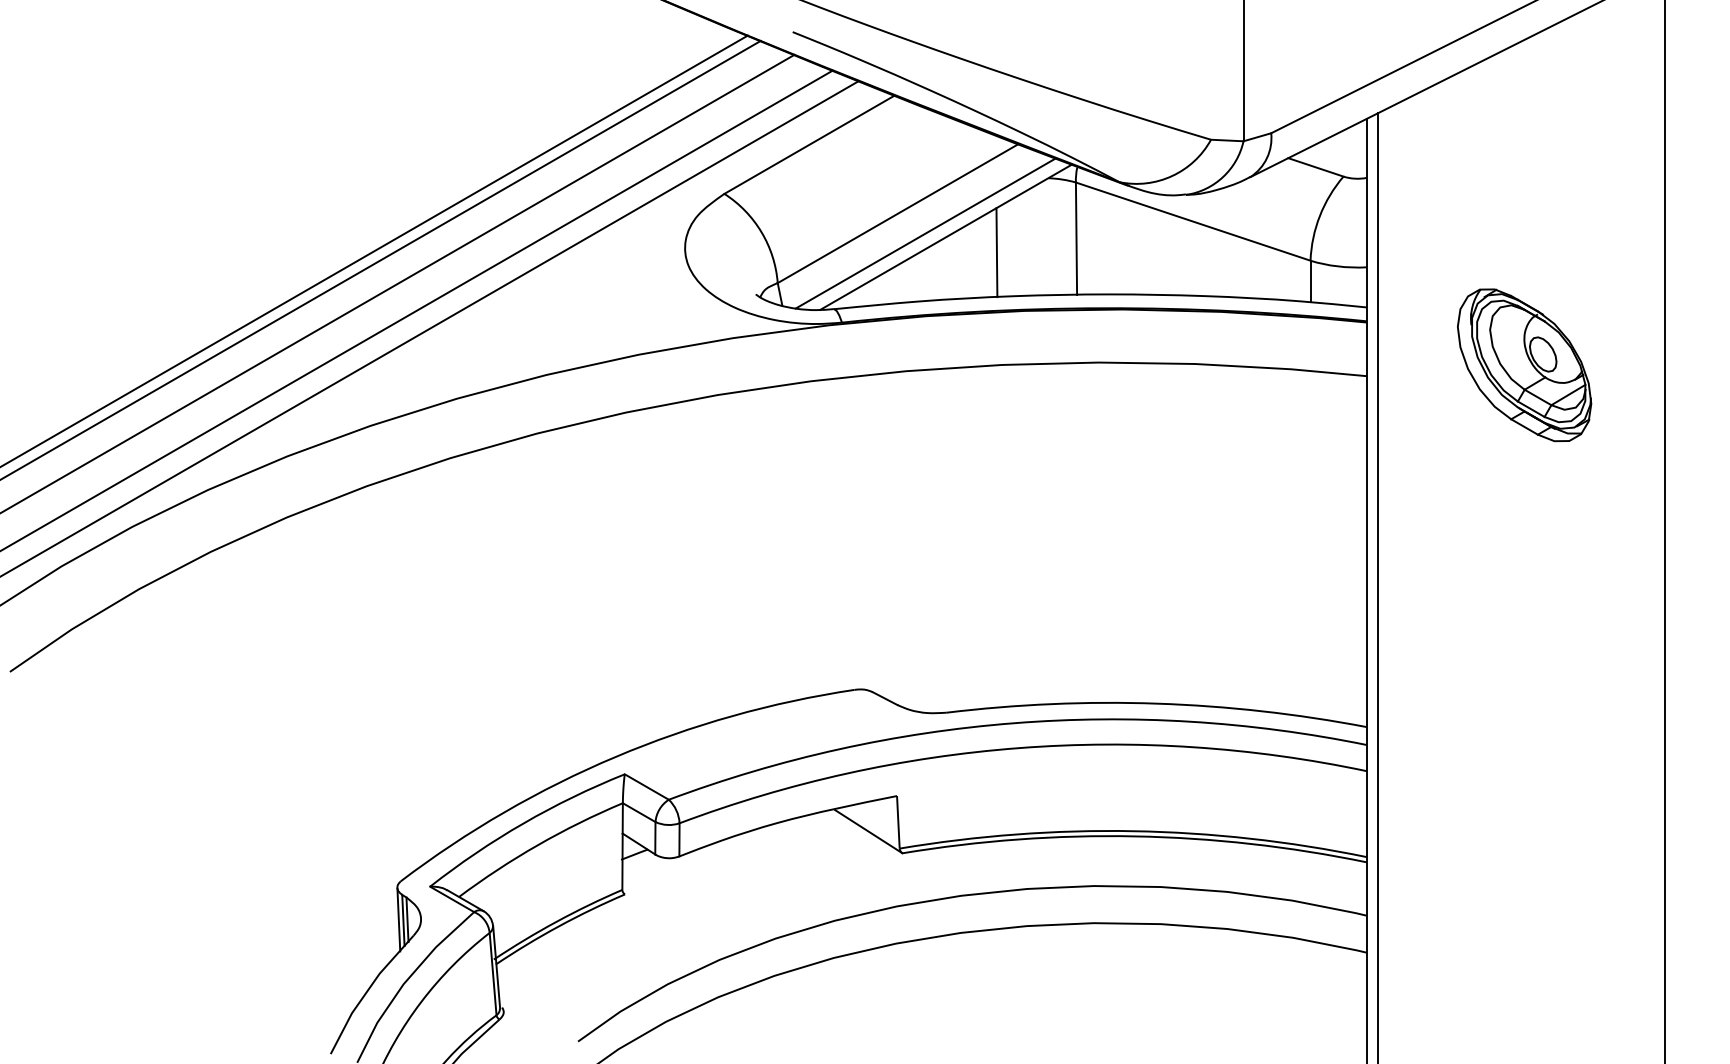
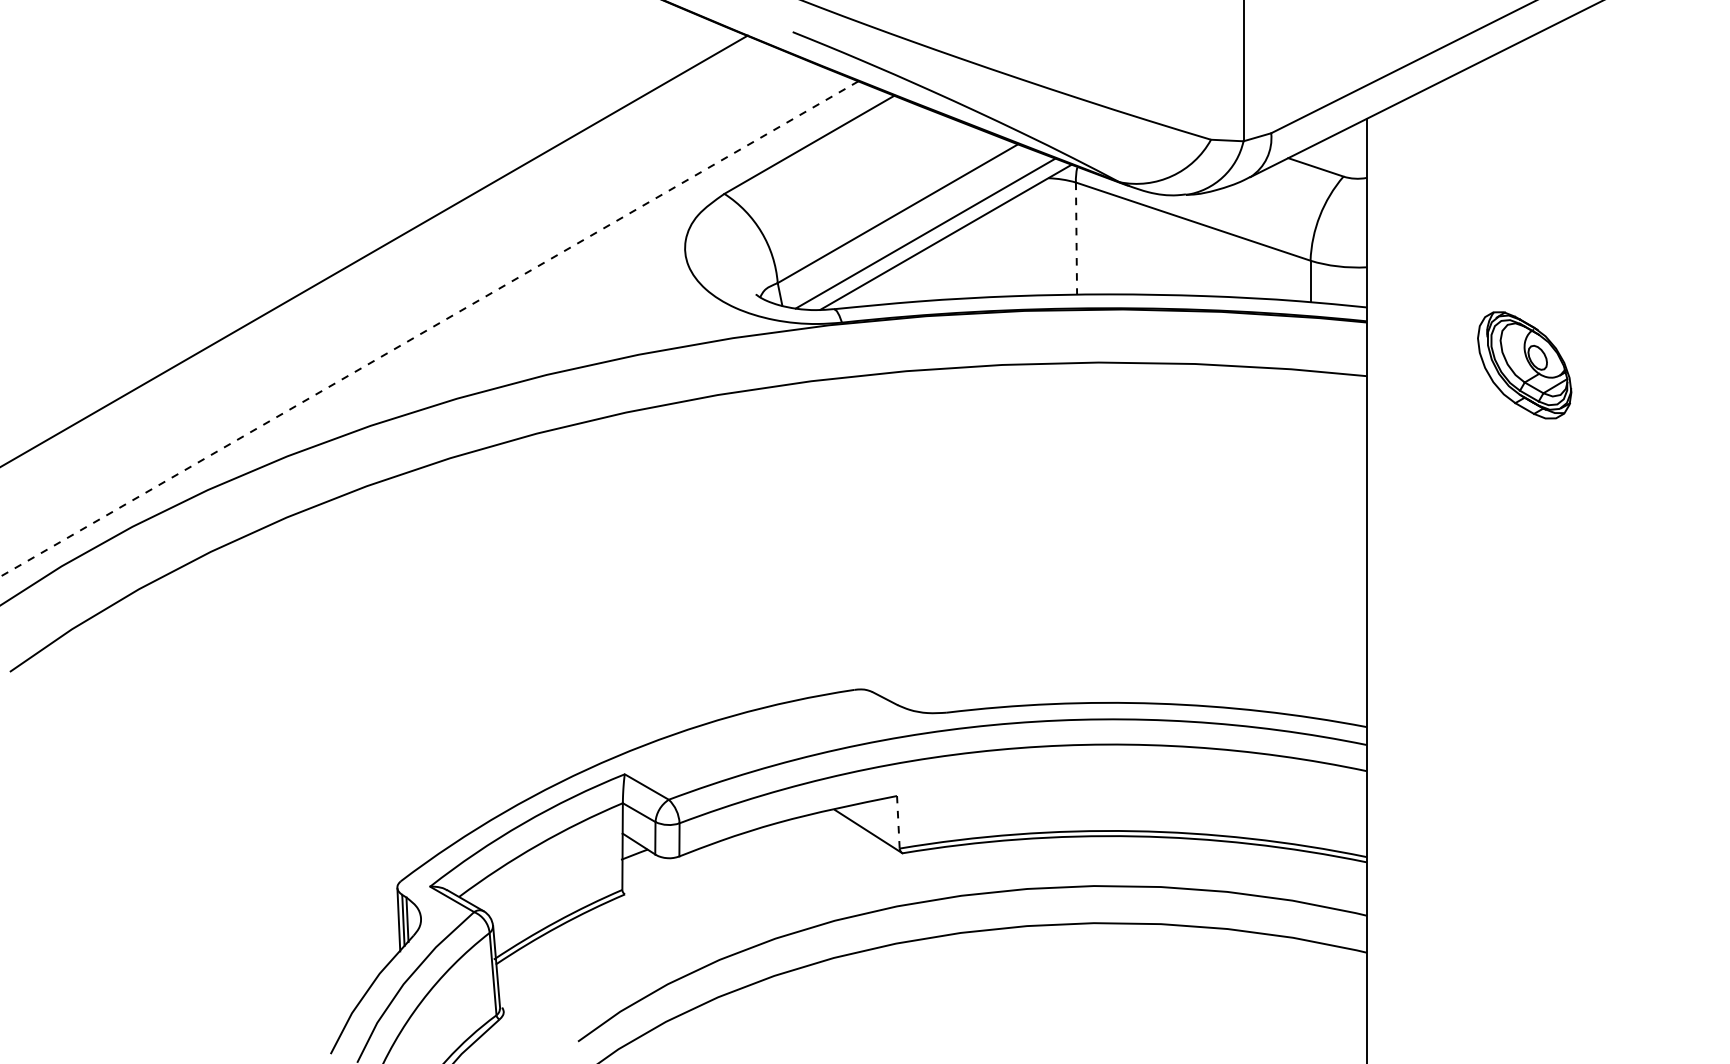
line at (1076, 239): solid -> dashed
line at (996, 252): present -> none
line at (381, 259): present -> none
line at (398, 283): present -> none
line at (417, 310): present -> none
line at (429, 329): solid -> dashed
part at (1524, 365) size: 136x155 px -> 96x109 px
line at (1664, 531): present -> none
line at (1377, 586): present -> none
line at (898, 822): solid -> dashed
